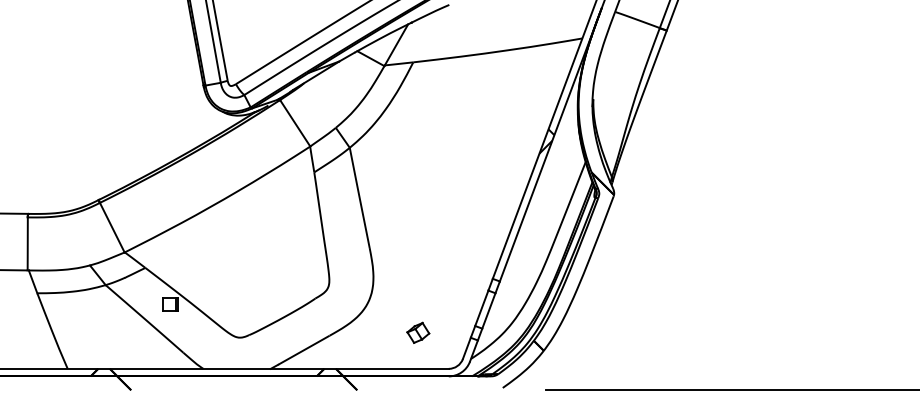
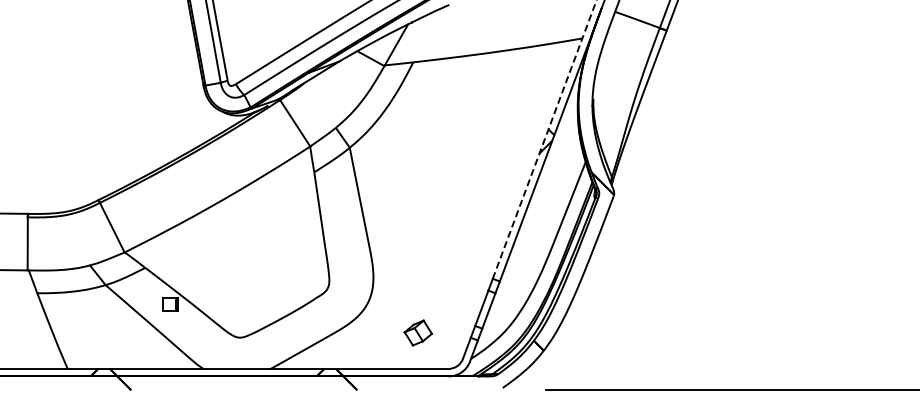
line at (544, 139): solid -> dashed
part at (418, 332) size: 25x23 px -> 30x28 px
